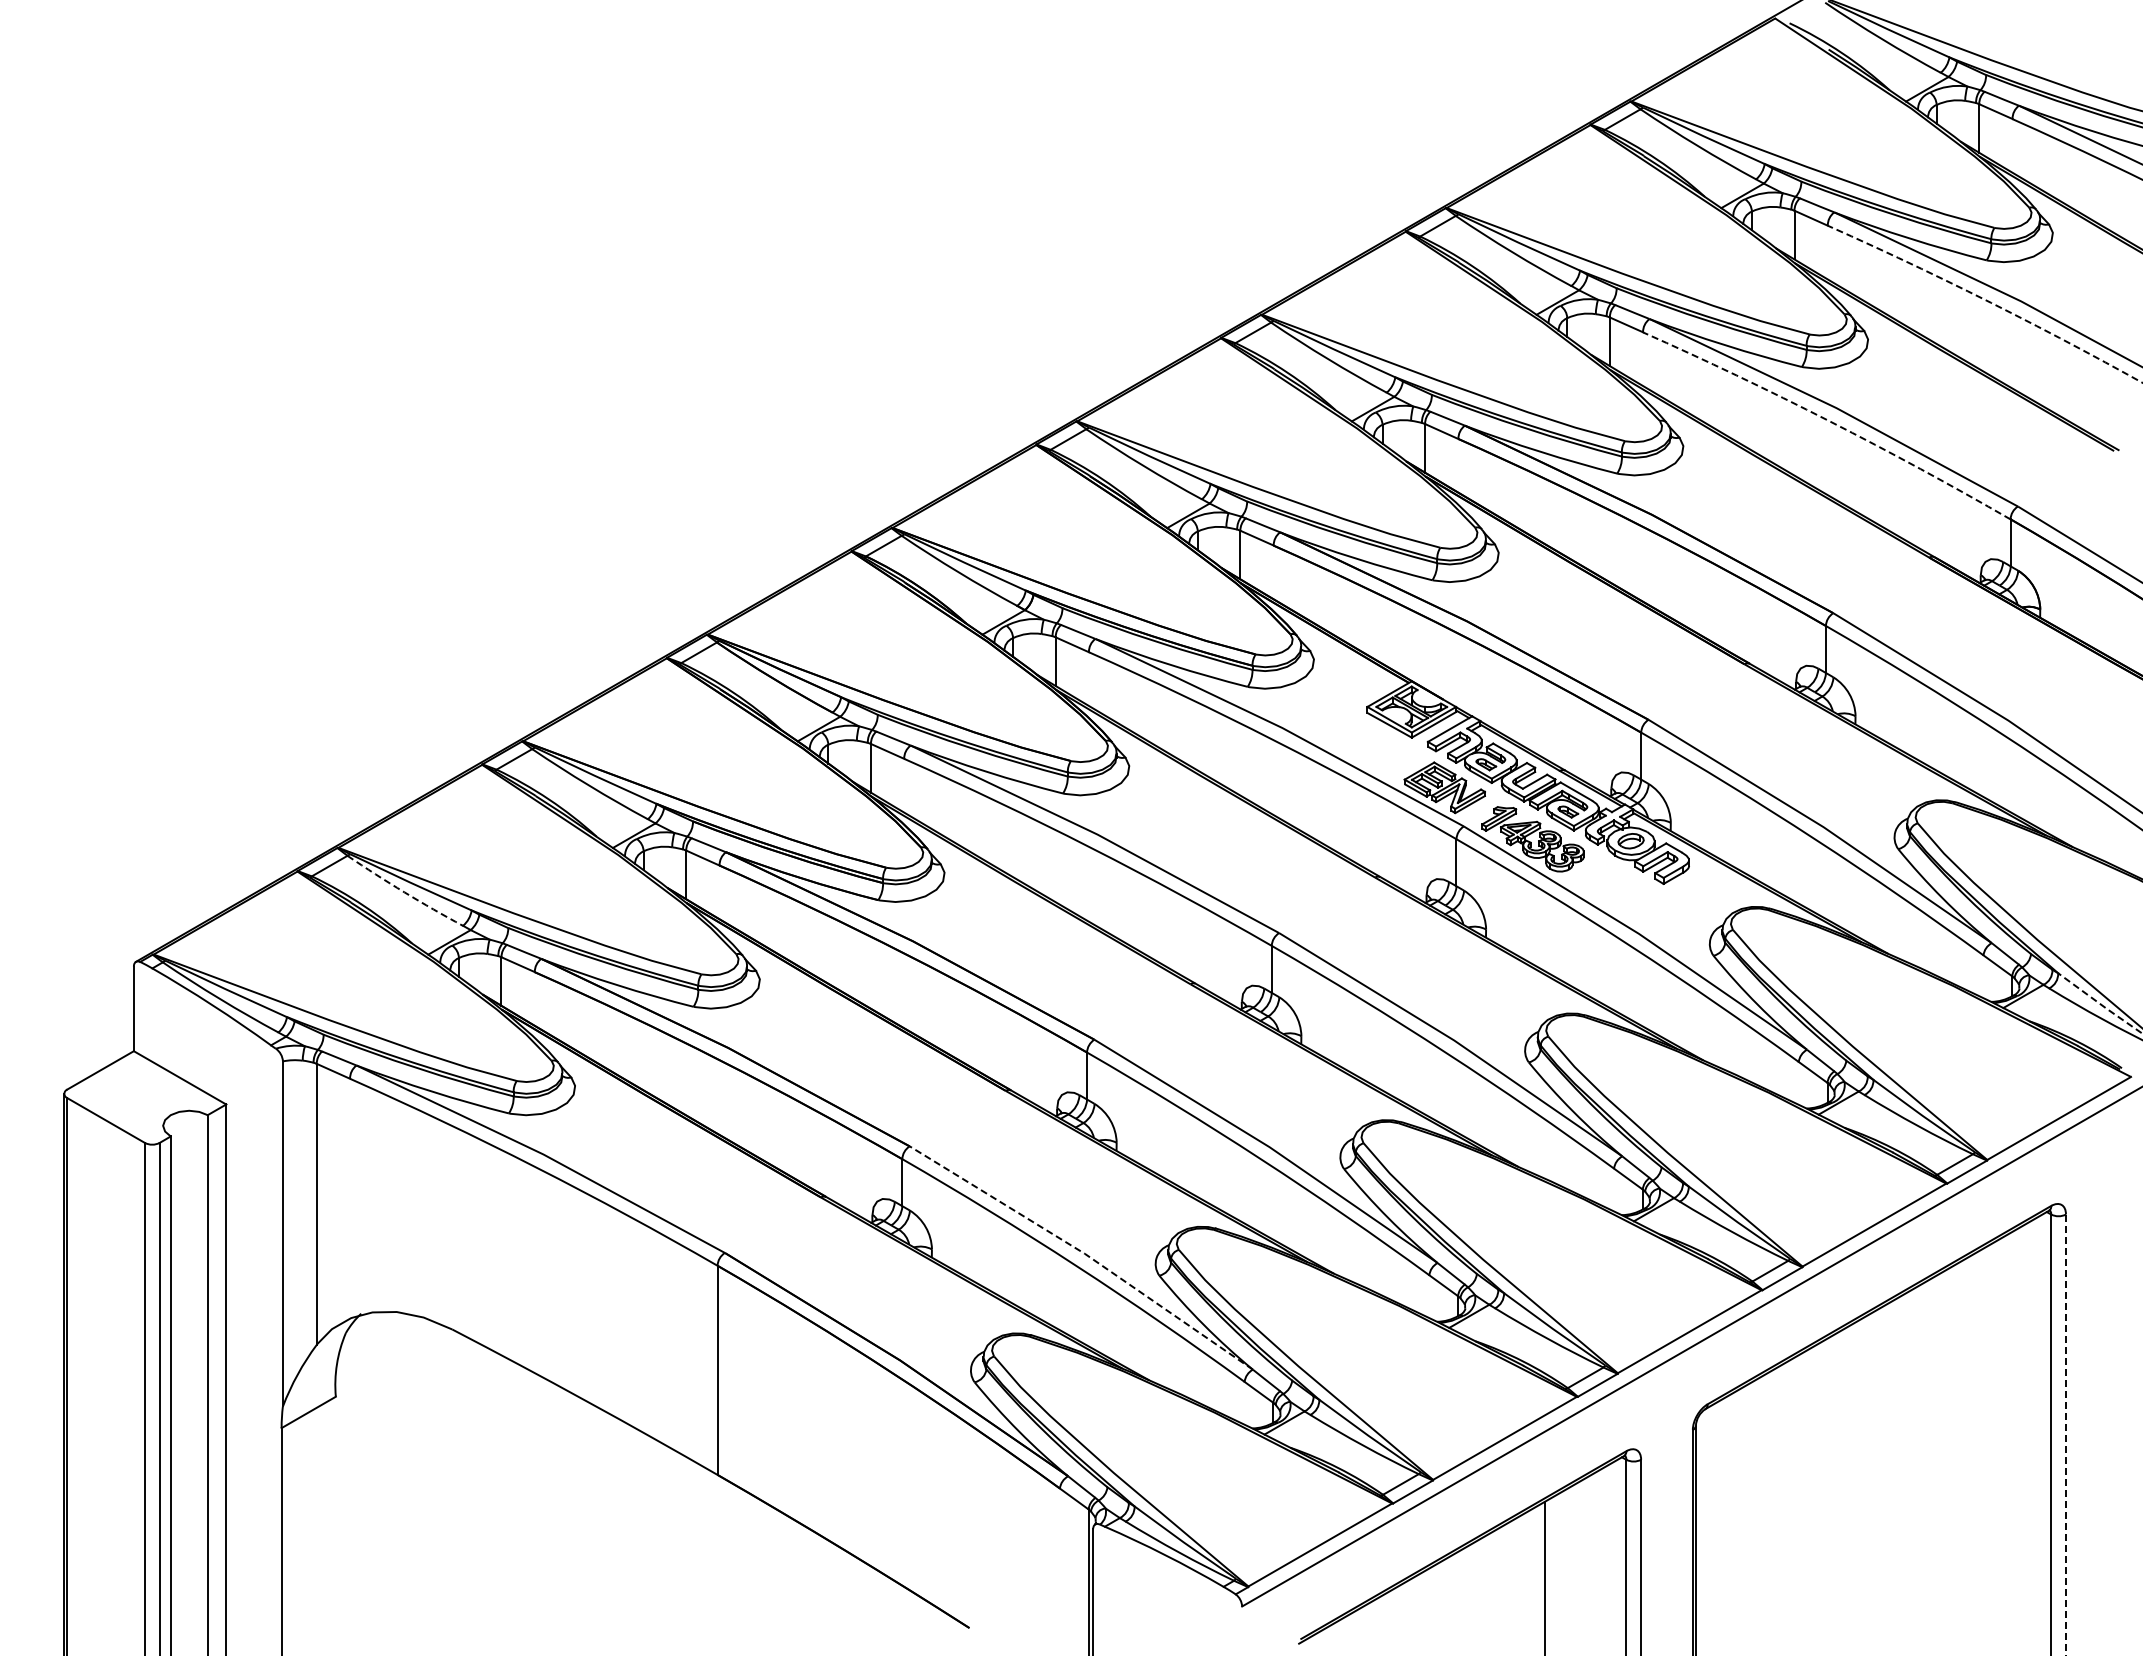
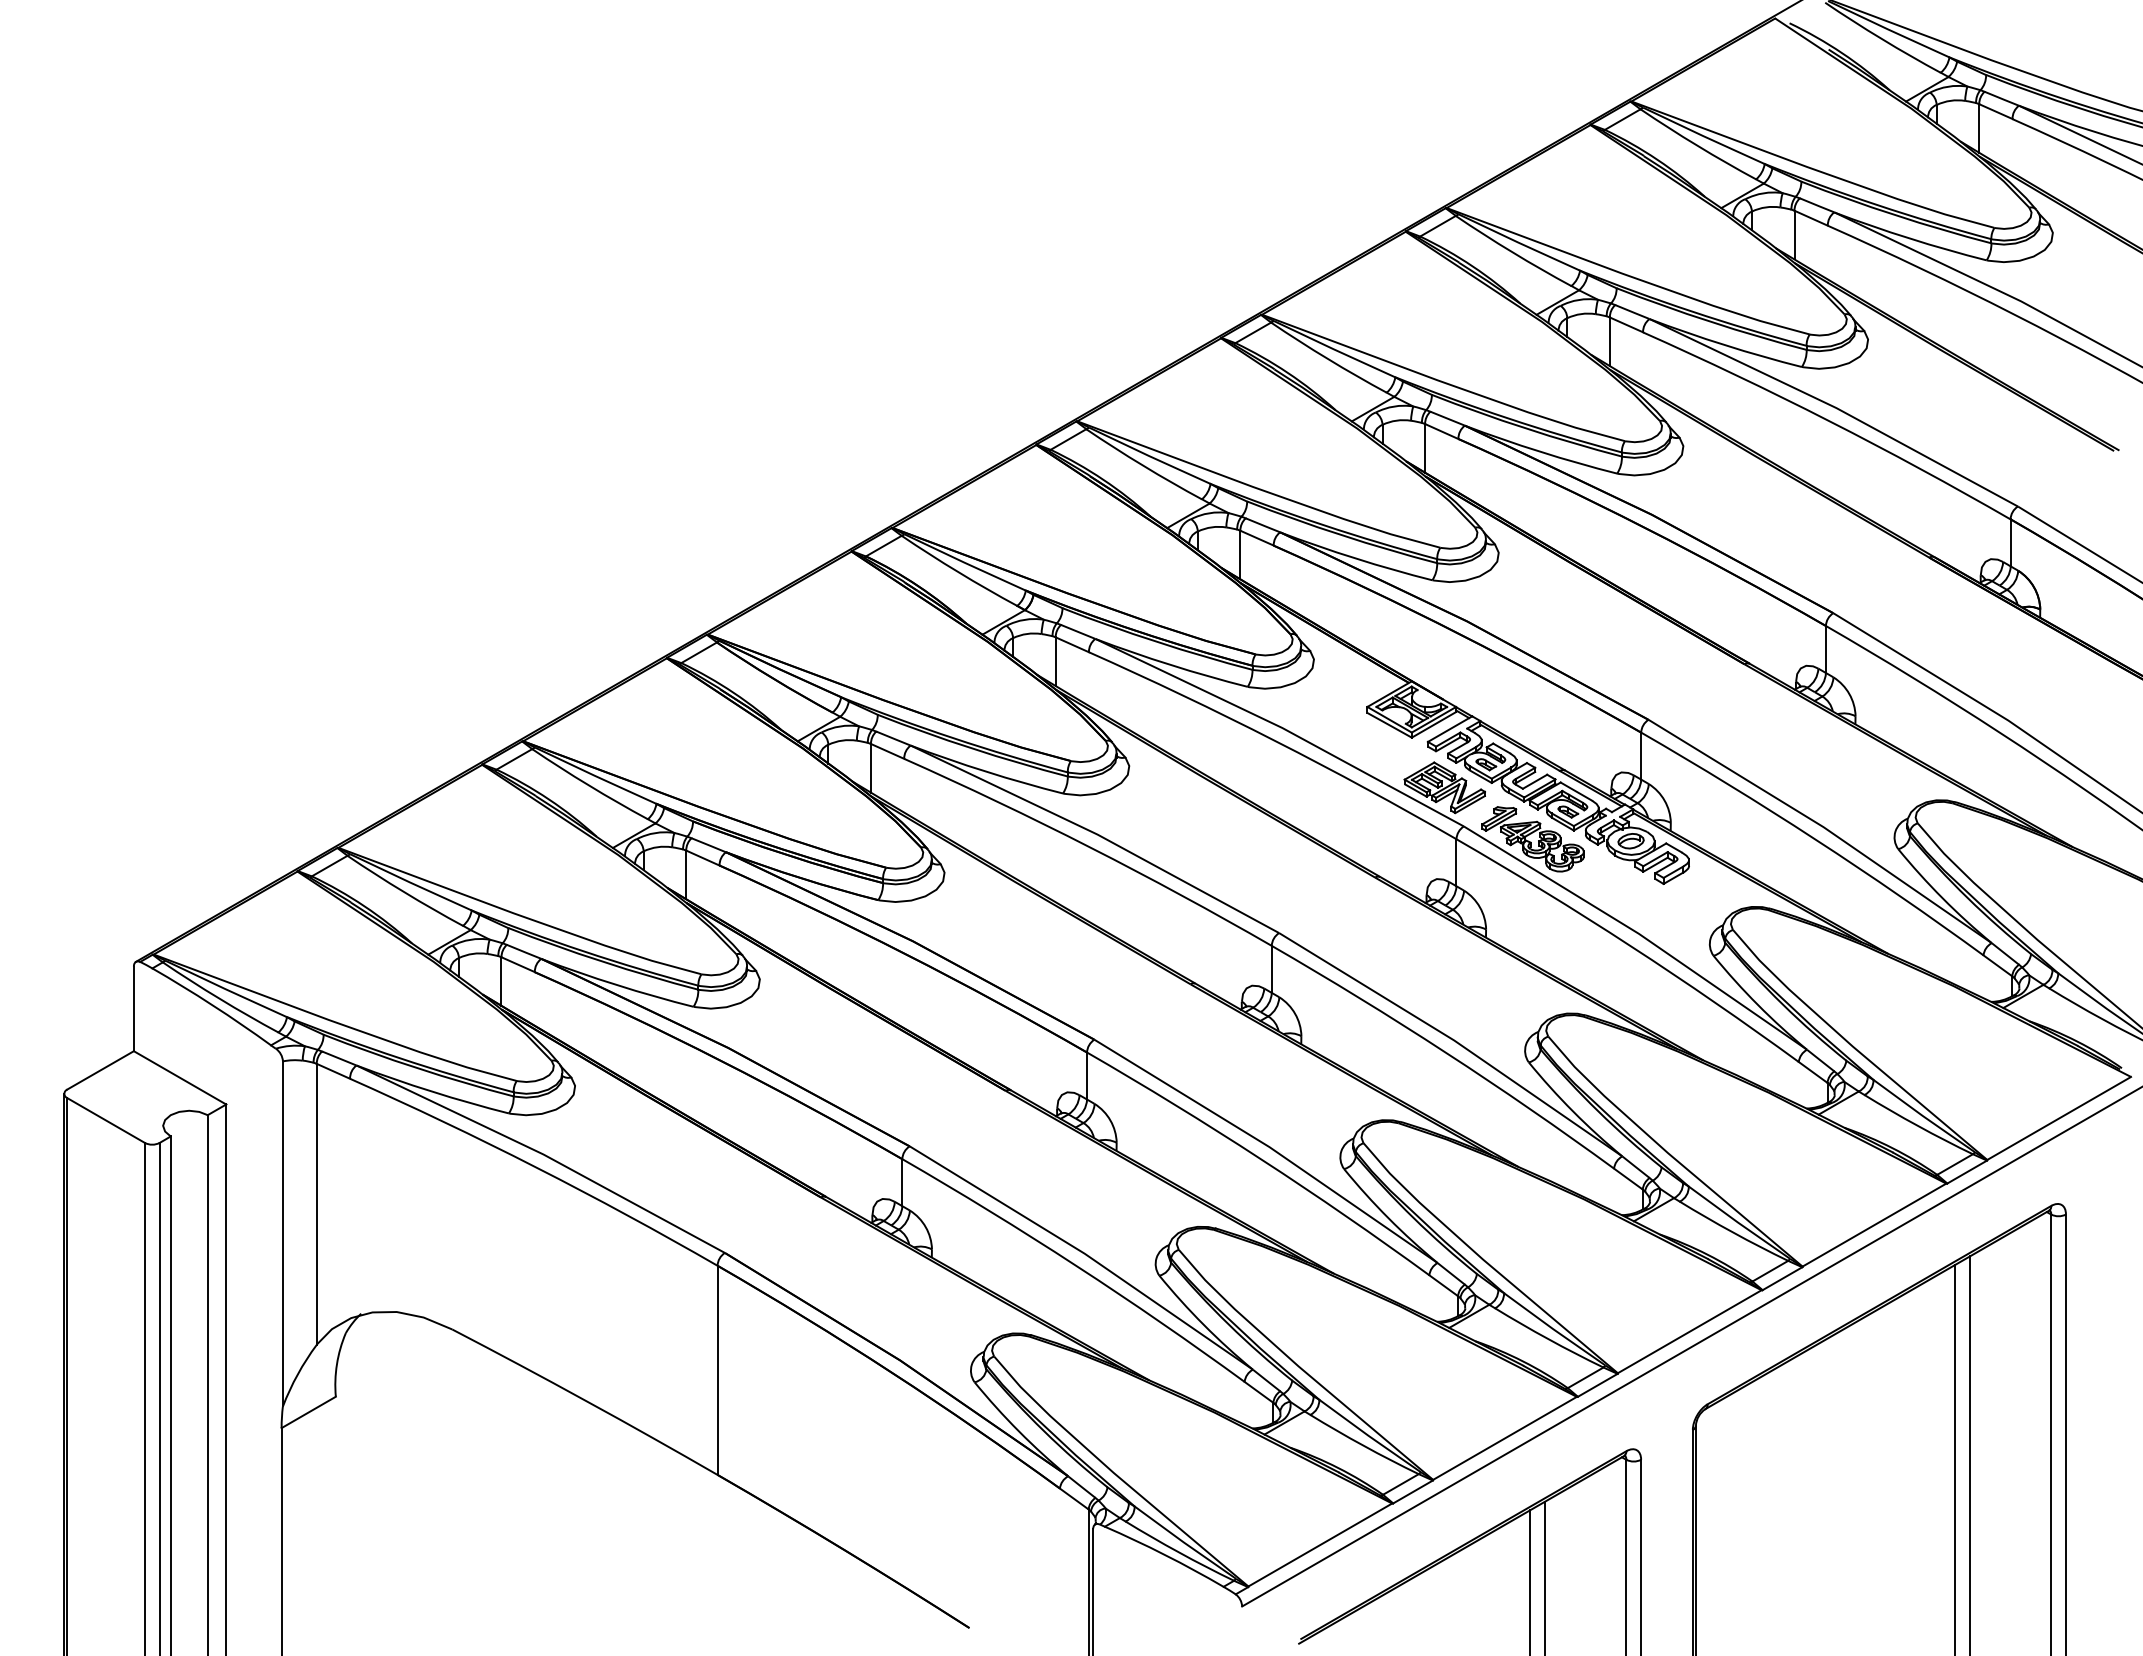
arc at (1986, 300): dashed -> solid
arc at (1829, 421): dashed -> solid
arc at (404, 892): dashed -> solid
line at (2100, 1003): dashed -> solid
line at (1084, 1253): dashed -> solid
line at (2065, 1435): dashed -> solid
line at (1969, 1454): none -> present
line at (1955, 1458): none -> present
line at (1530, 1581): none -> present
